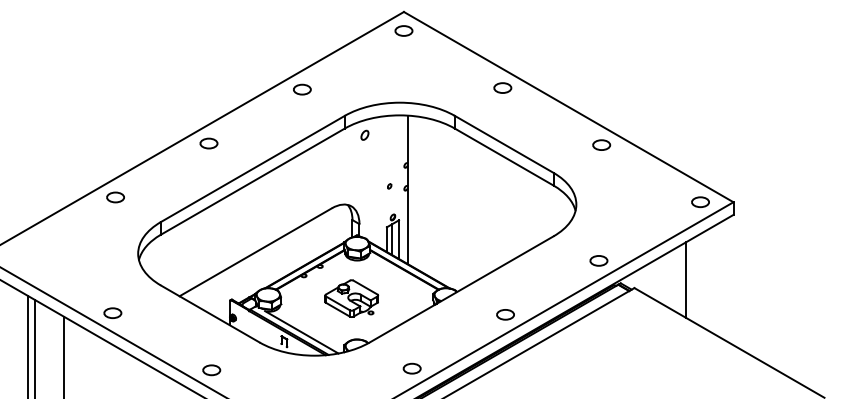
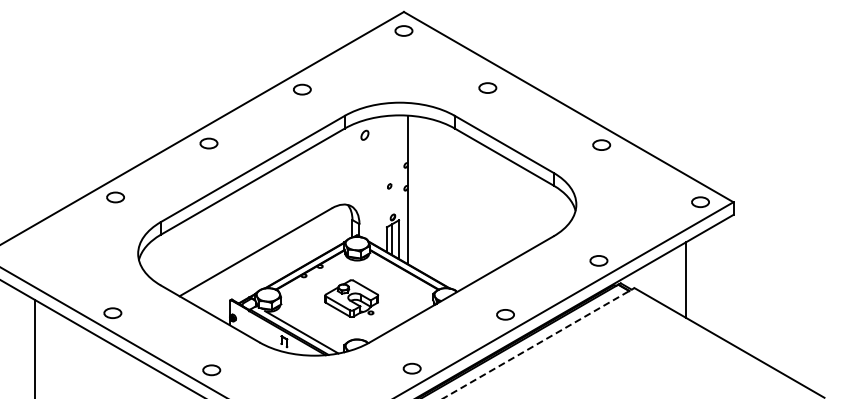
part at (502, 87) position: (502, 87) -> (487, 87)
line at (538, 343): solid -> dashed
line at (28, 345): present -> none
line at (64, 355): present -> none
